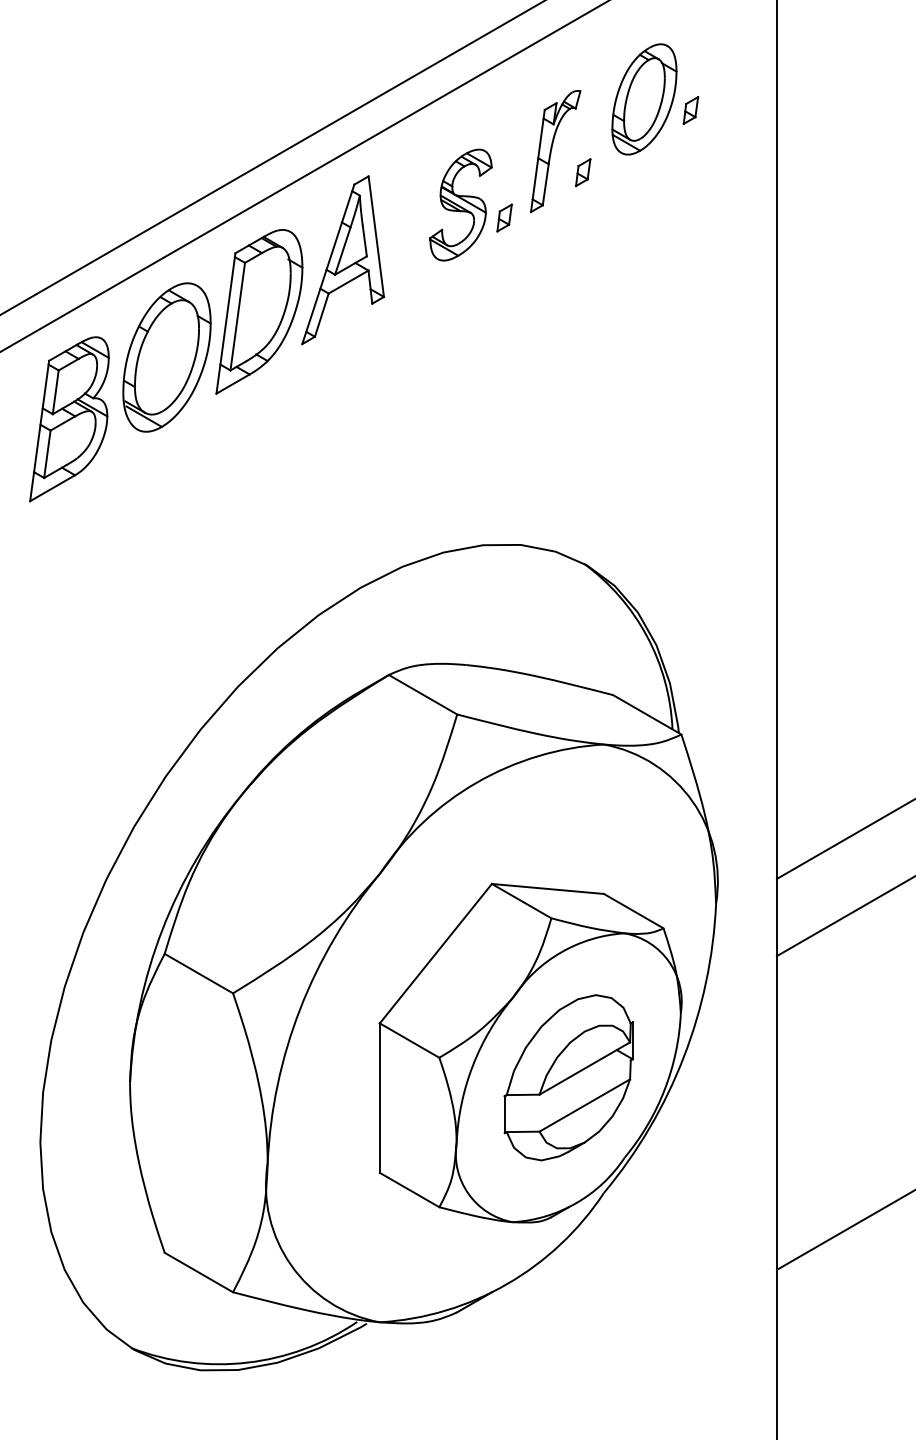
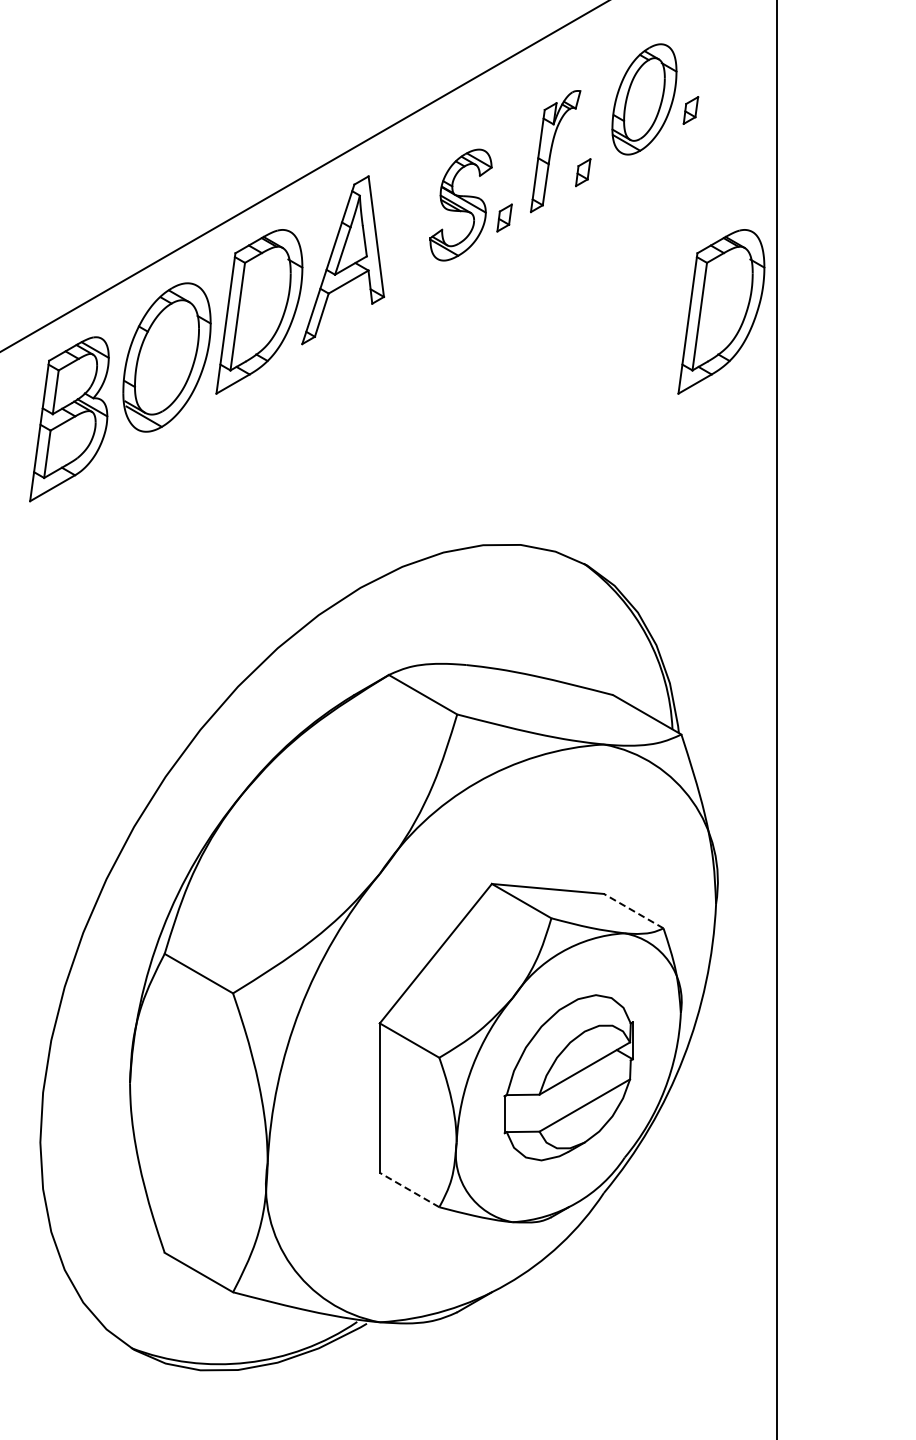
line at (272, 157): present -> none
part at (721, 311): none -> present
line at (844, 839): present -> none
line at (633, 910): solid -> dashed
line at (844, 916): present -> none
line at (409, 1189): solid -> dashed
line at (844, 1230): present -> none
